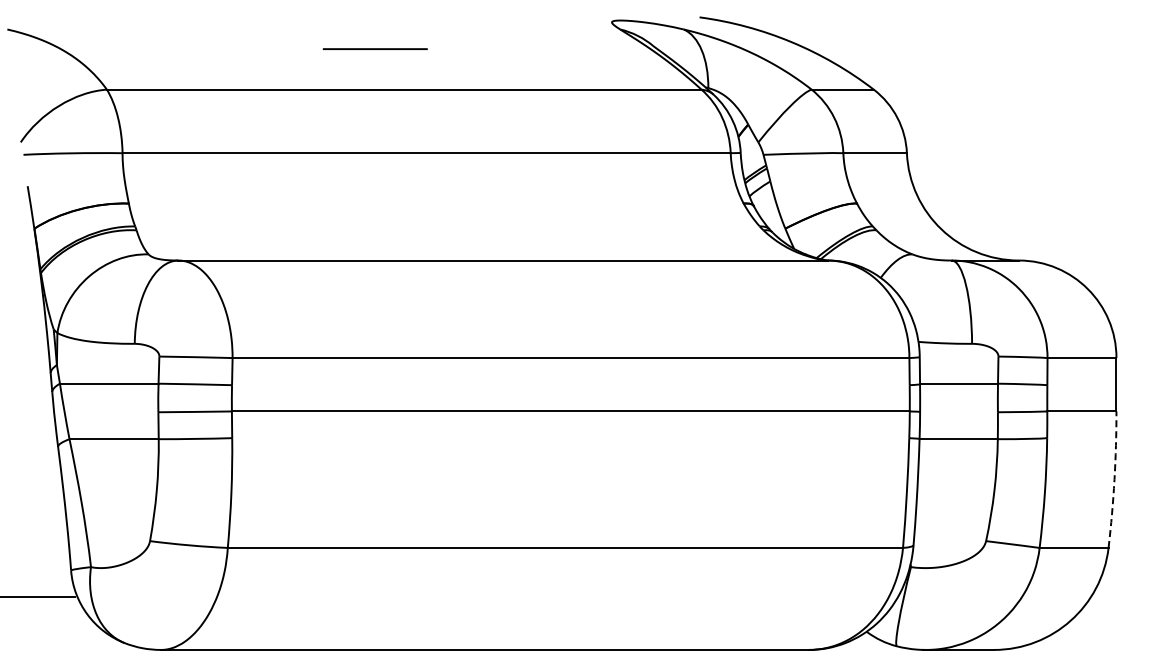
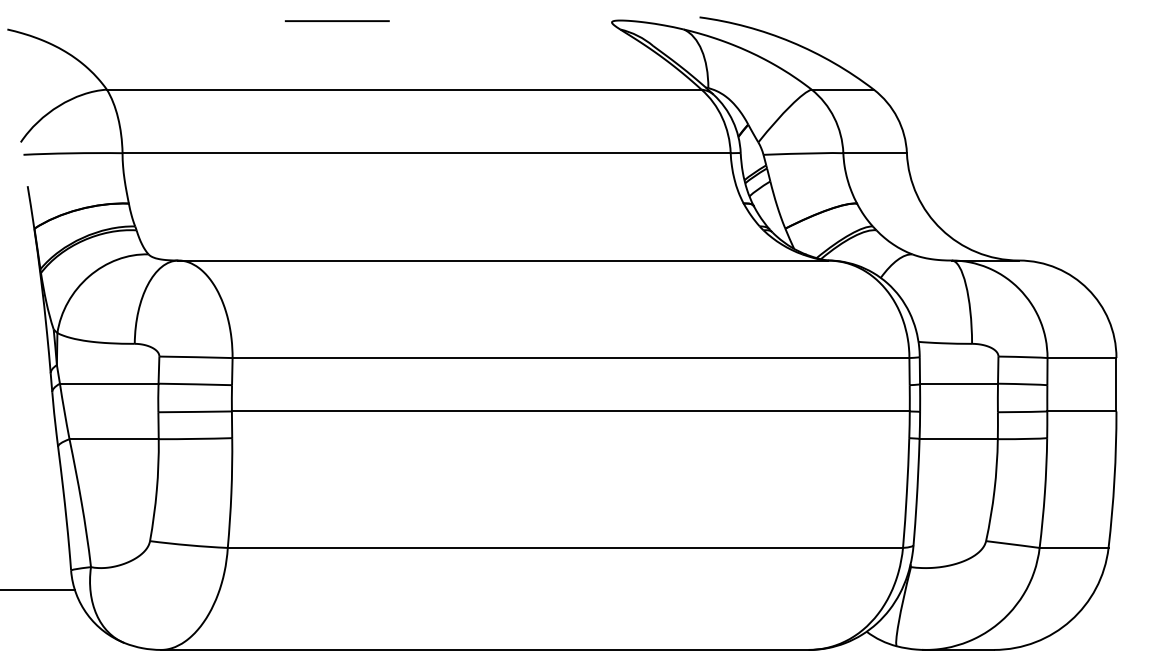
line at (374, 48) position: (374, 48) -> (336, 20)
arc at (1114, 479): dashed -> solid
line at (38, 596) position: (38, 596) -> (38, 589)
